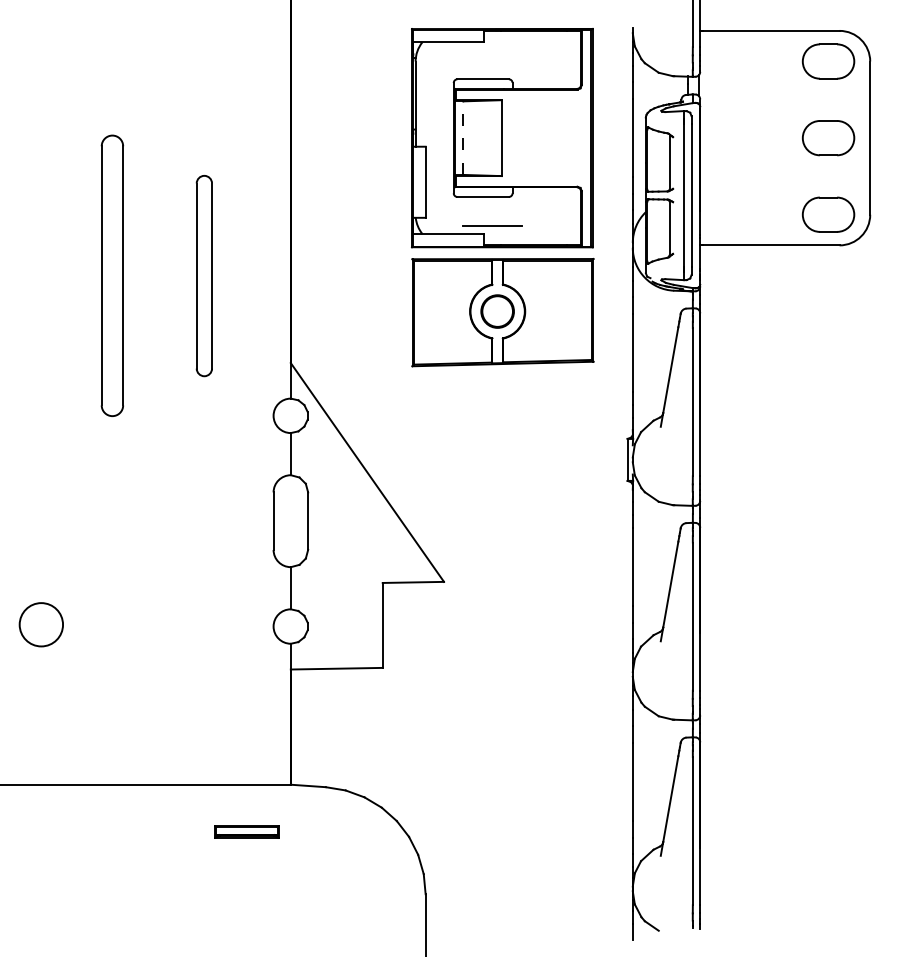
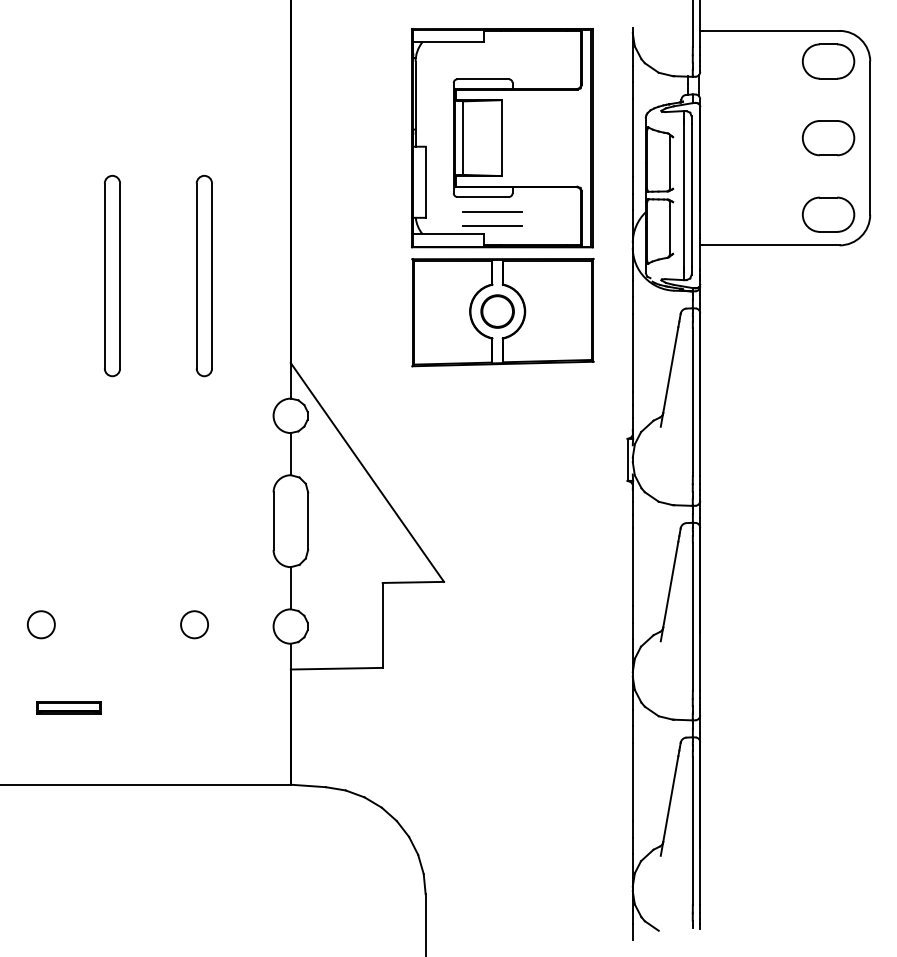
line at (463, 138): dashed -> solid
line at (492, 211): none -> present
part at (111, 275) size: 24x283 px -> 17x203 px
circle at (41, 624) diameter: 43 px -> 27 px
circle at (194, 624): none -> present
part at (246, 831) position: (246, 831) -> (68, 707)
